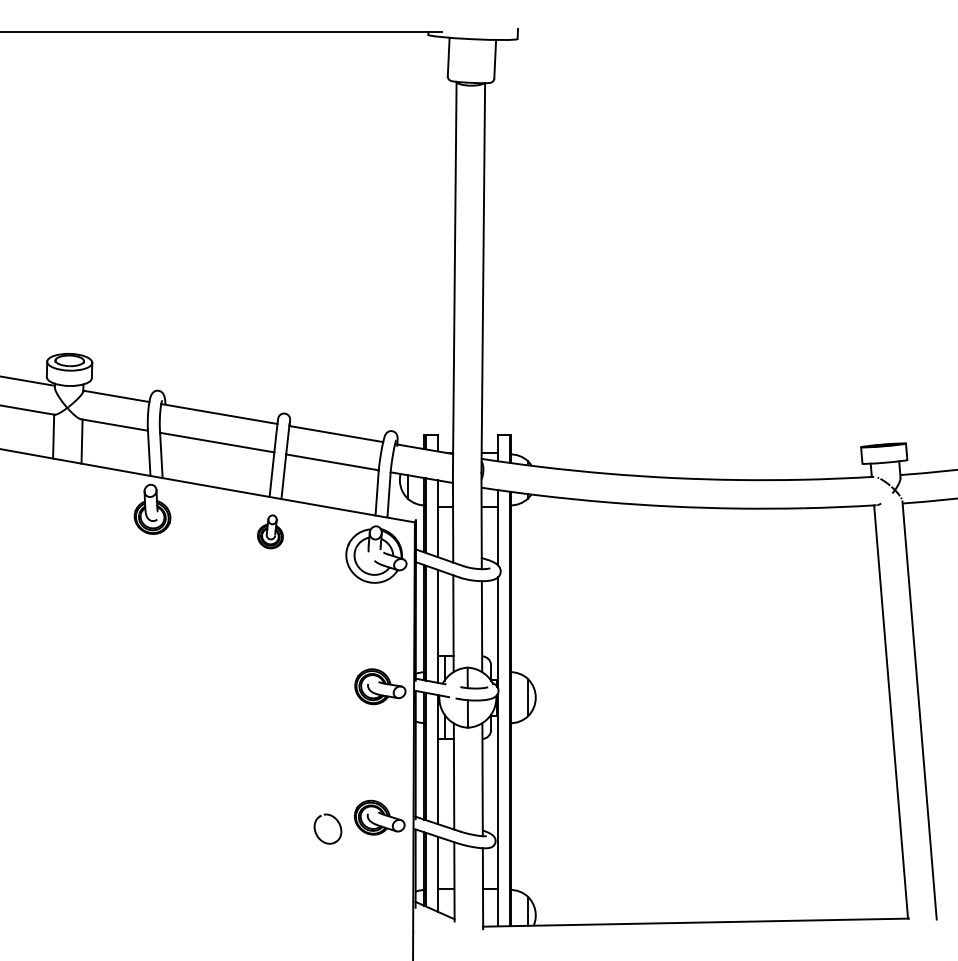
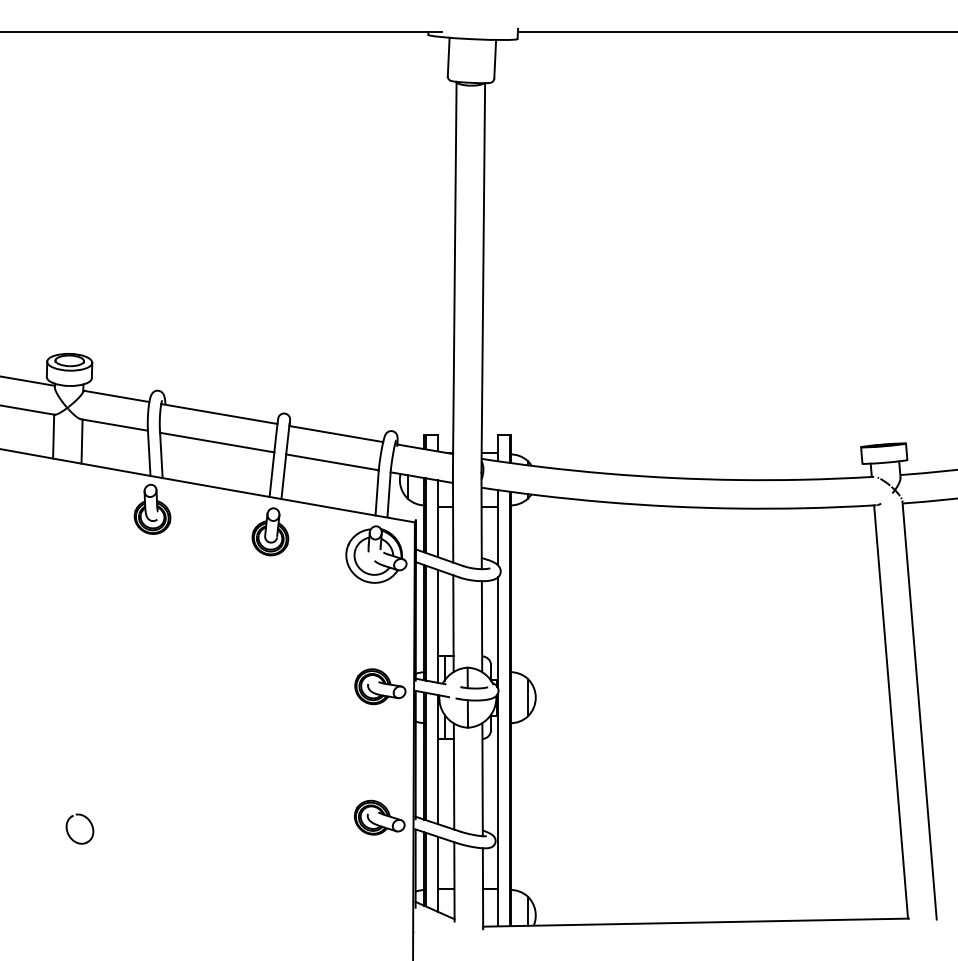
line at (735, 32): none -> present
part at (270, 531) size: 27x36 px -> 39x50 px
part at (336, 821) position: (336, 821) -> (88, 821)
